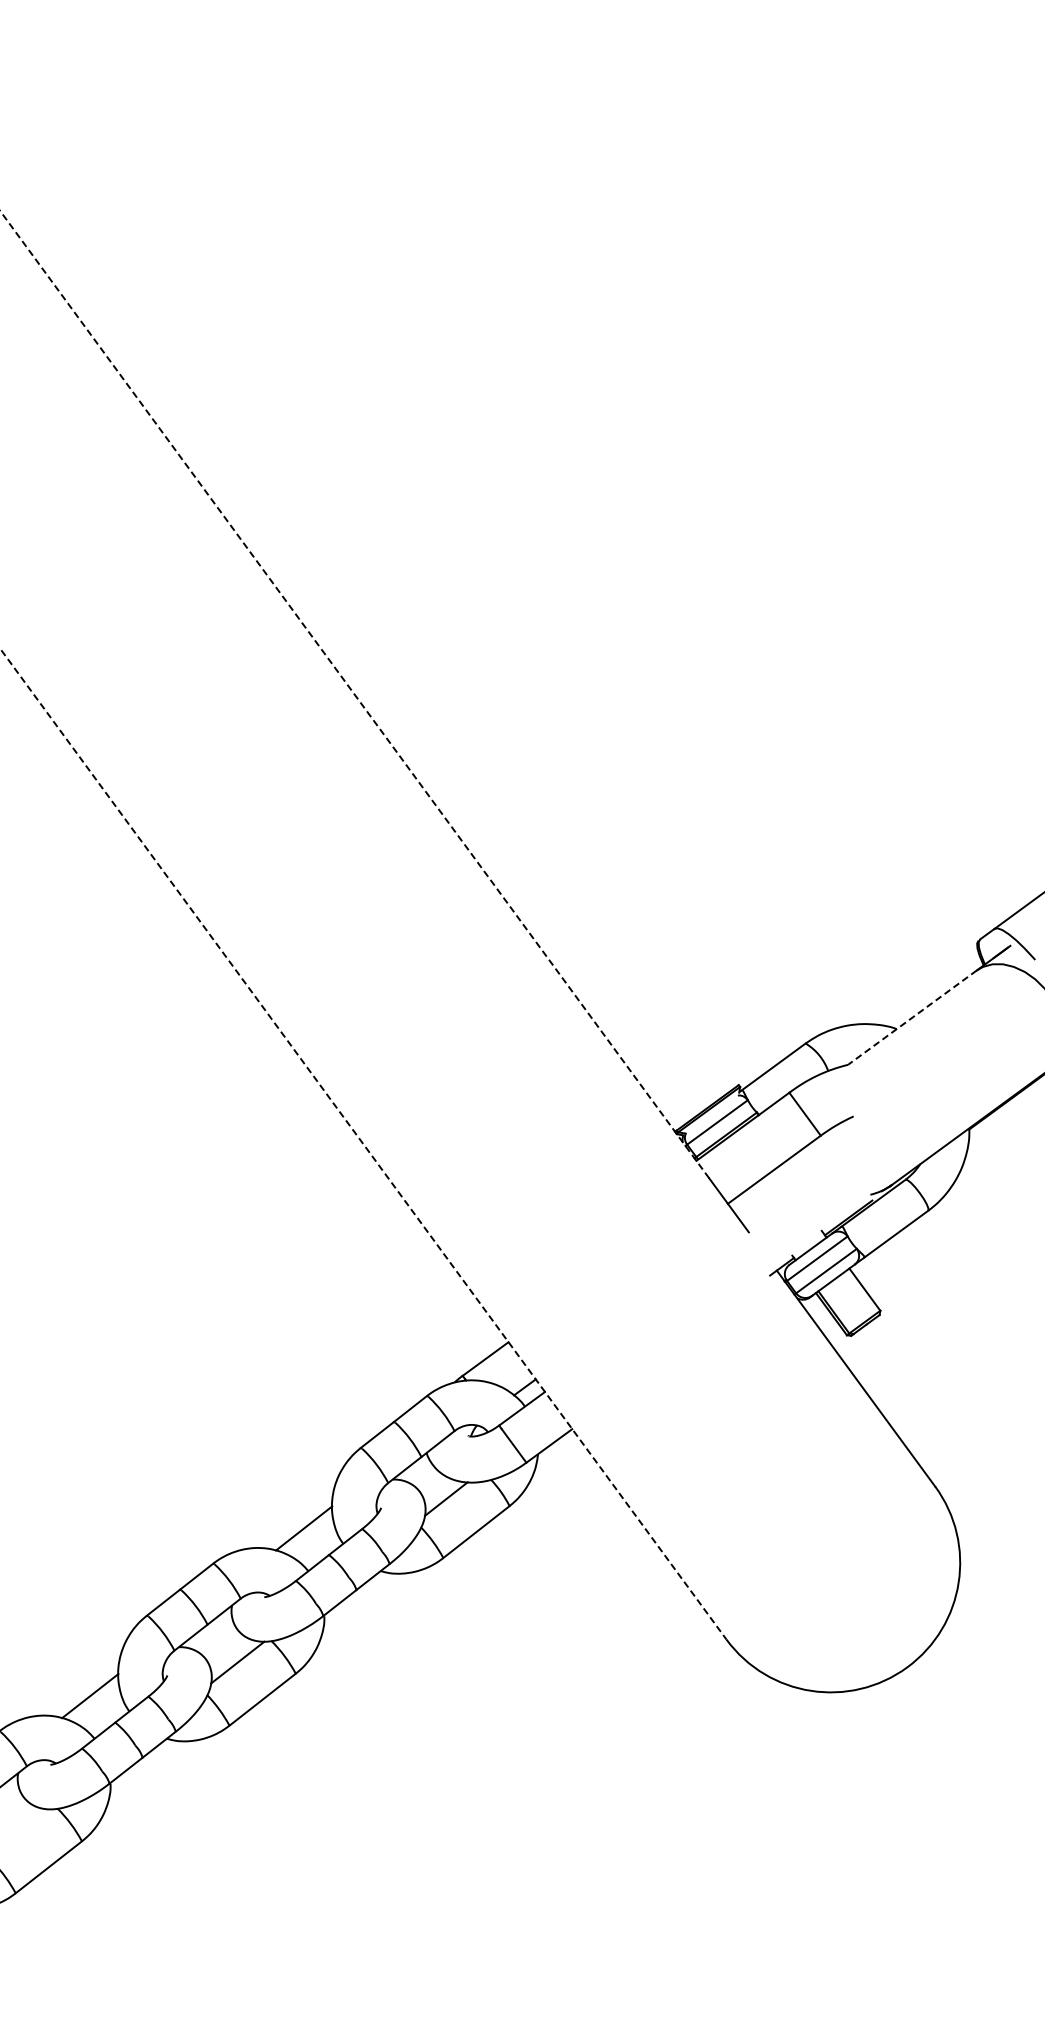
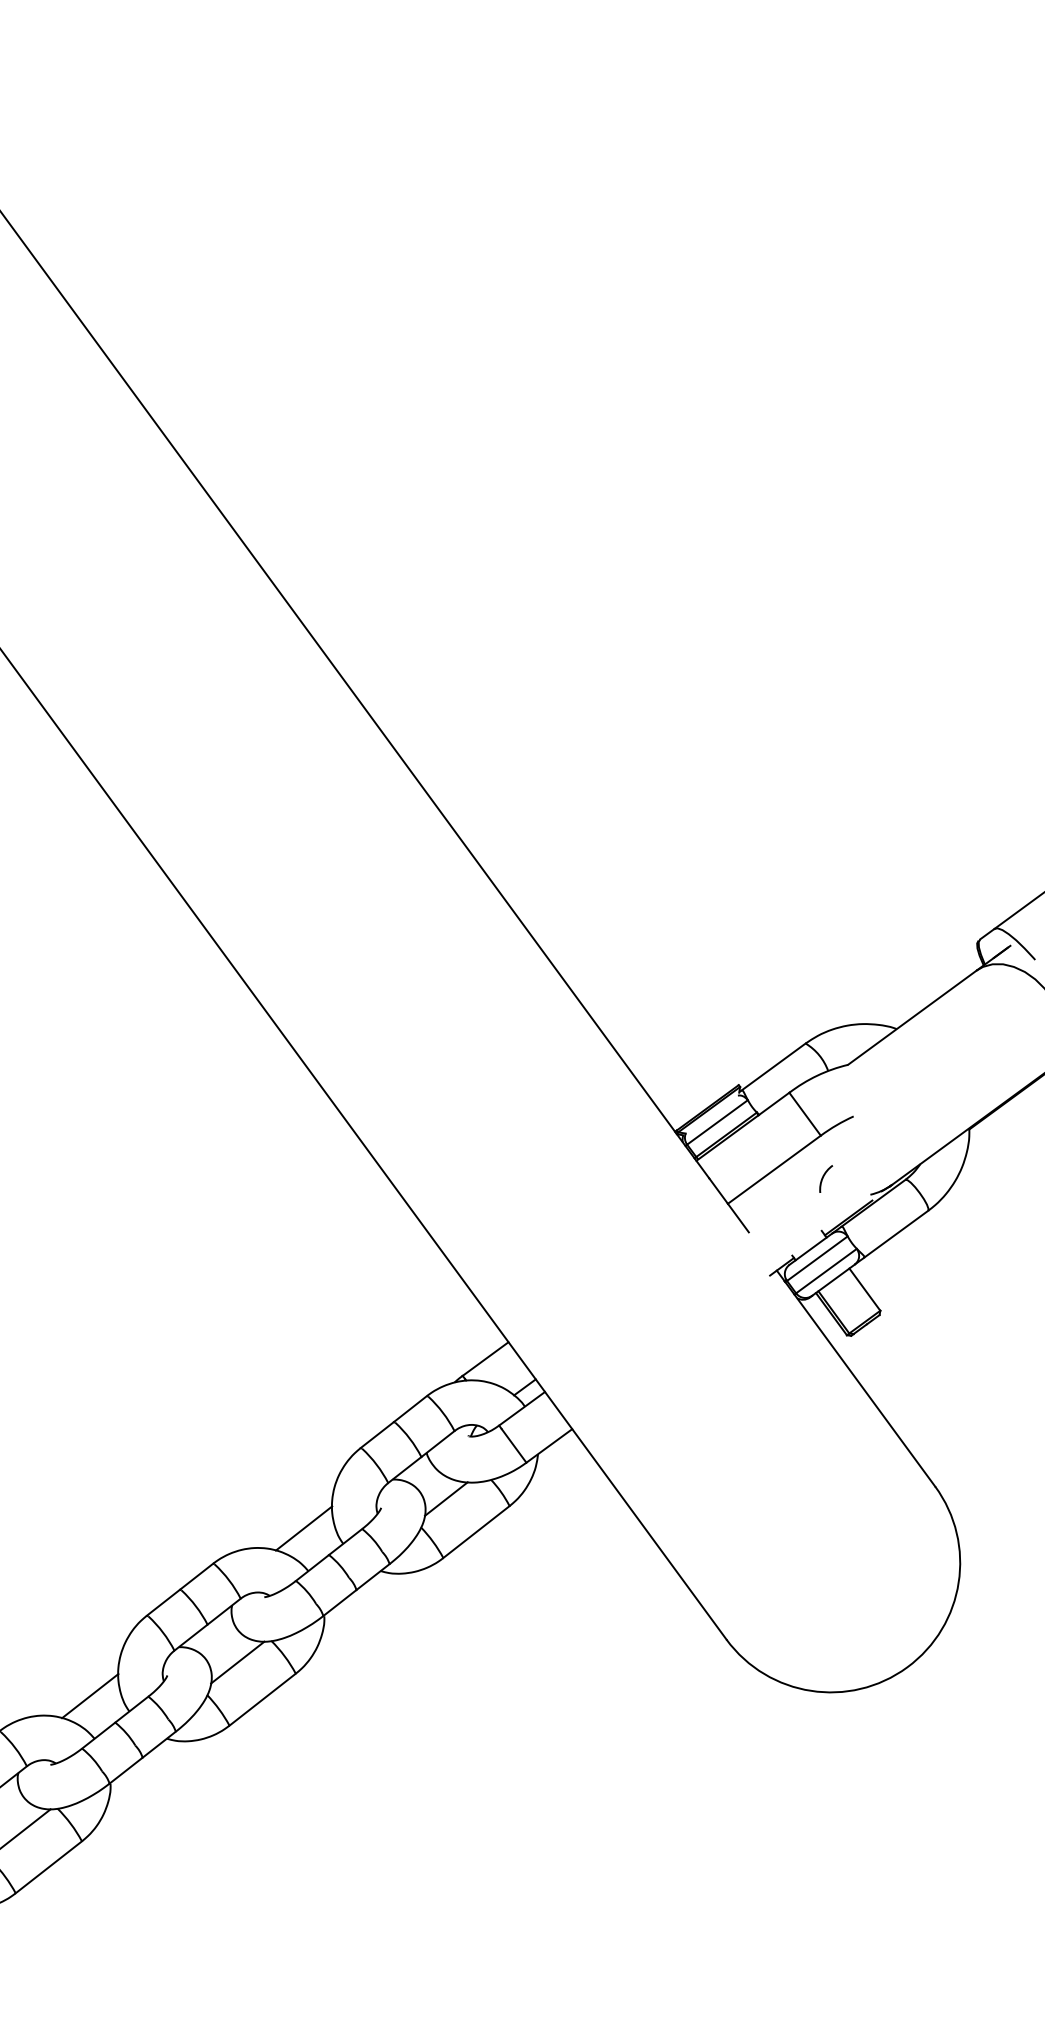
line at (354, 694): dashed -> solid
line at (912, 1017): dashed -> solid
line at (363, 1144): dashed -> solid
arc at (824, 1176): none -> present
line at (26, 1828): none -> present
